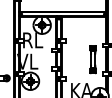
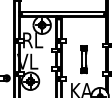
part at (92, 59) position: (92, 59) -> (83, 59)
